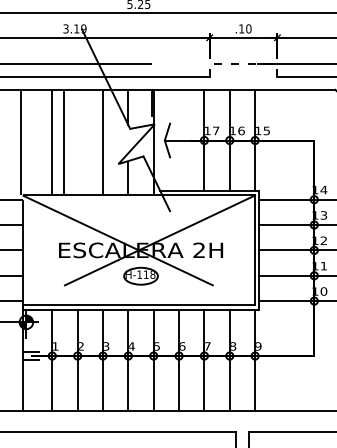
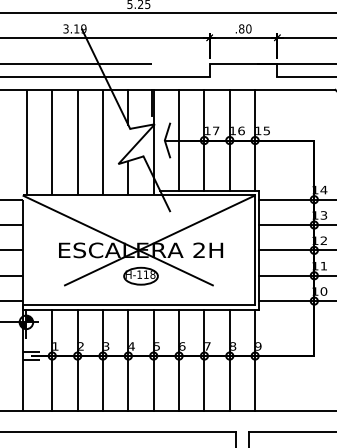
text at (241, 28): .10 -> .80
line at (243, 64): dashed -> solid
line at (179, 140): none -> present
line at (20, 142) position: (20, 142) -> (26, 142)
line at (63, 142) position: (63, 142) -> (77, 142)
